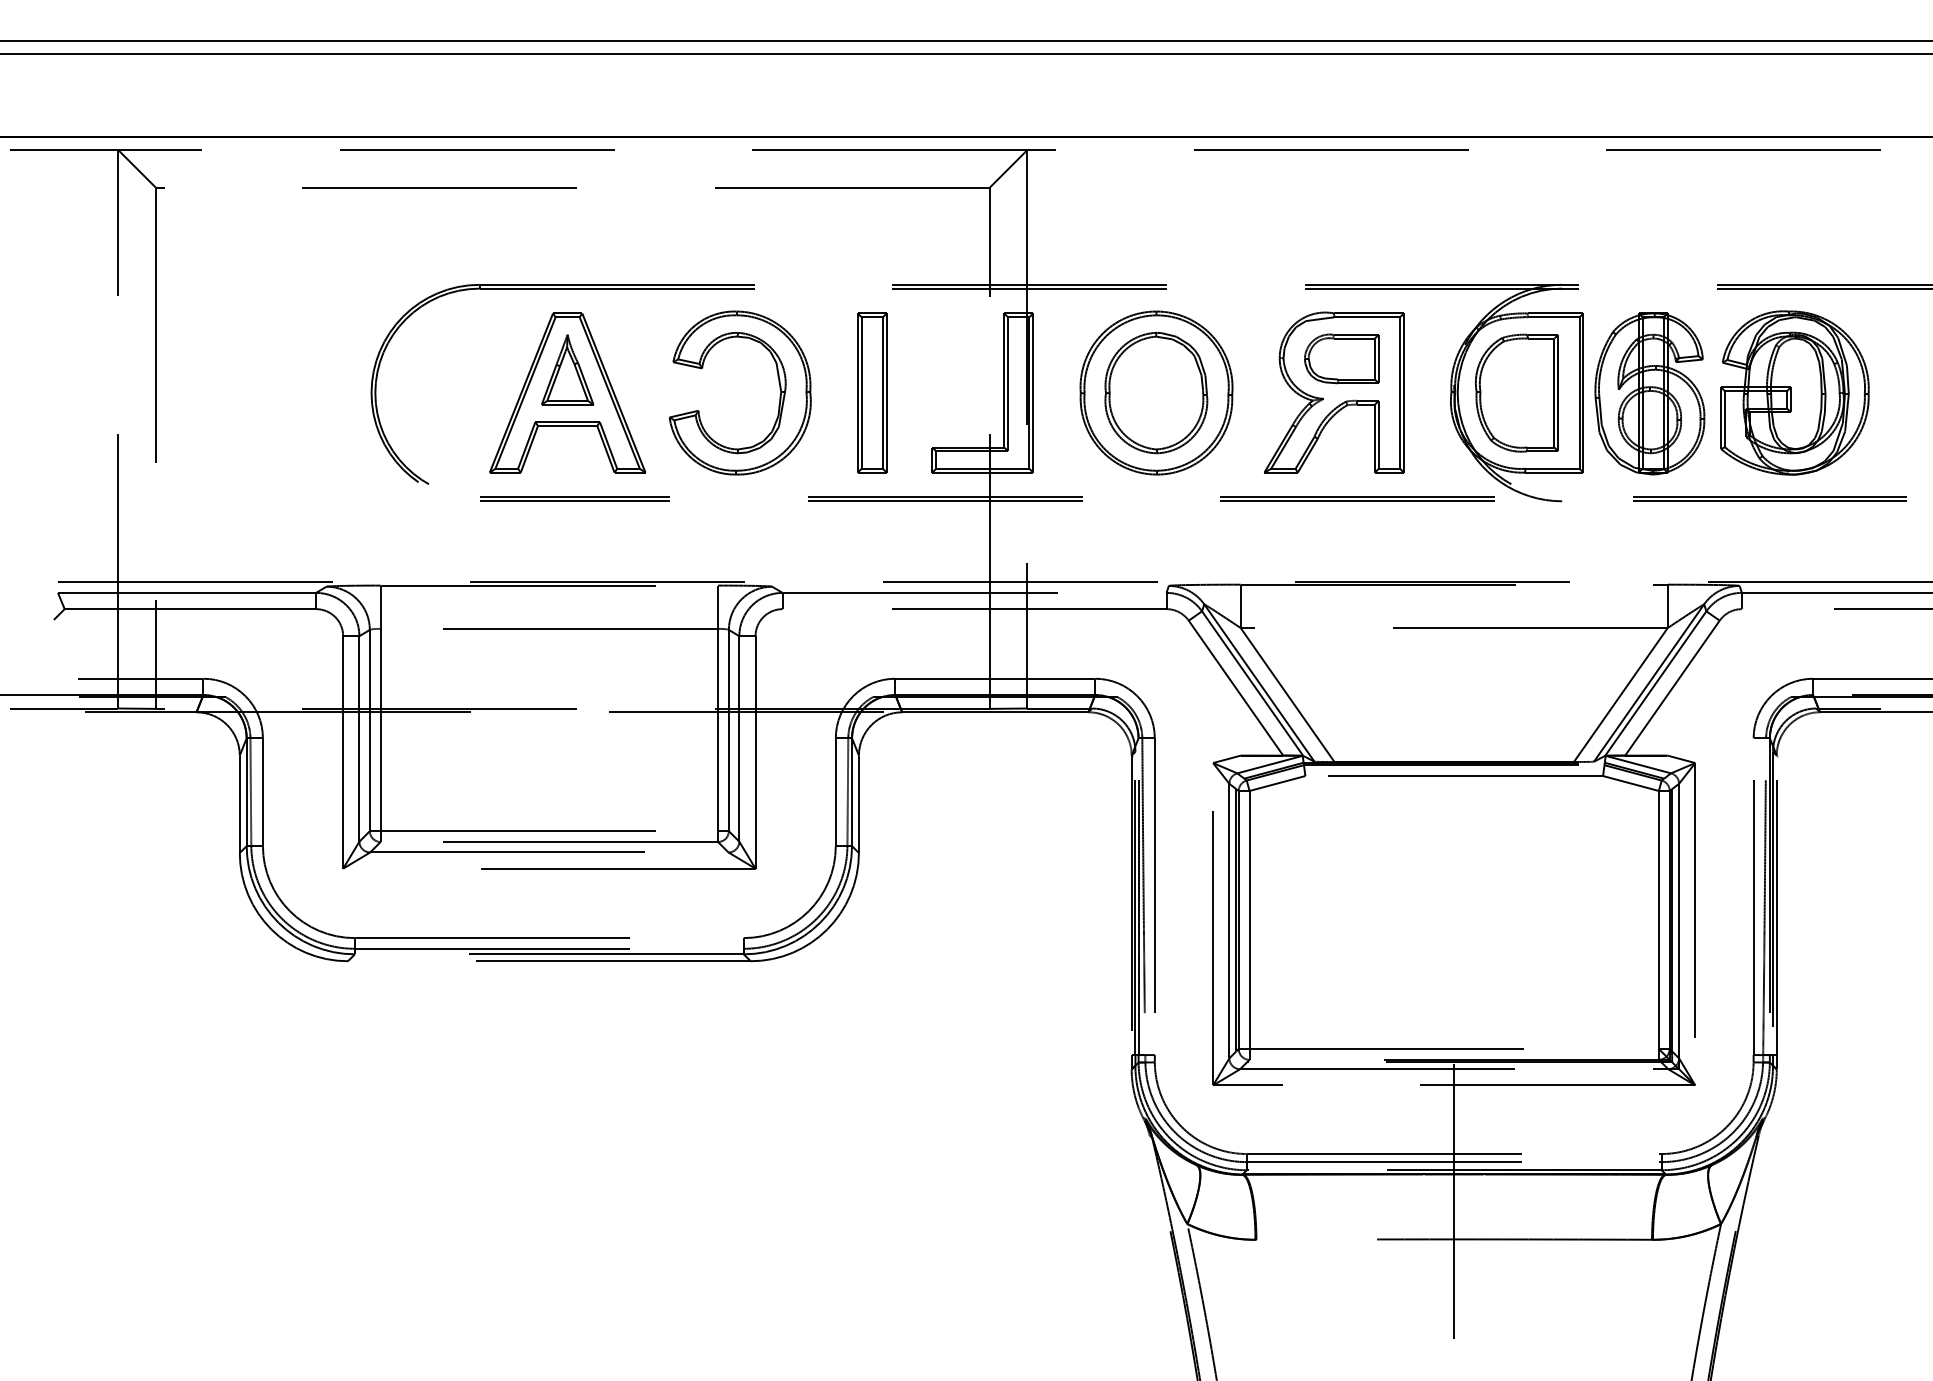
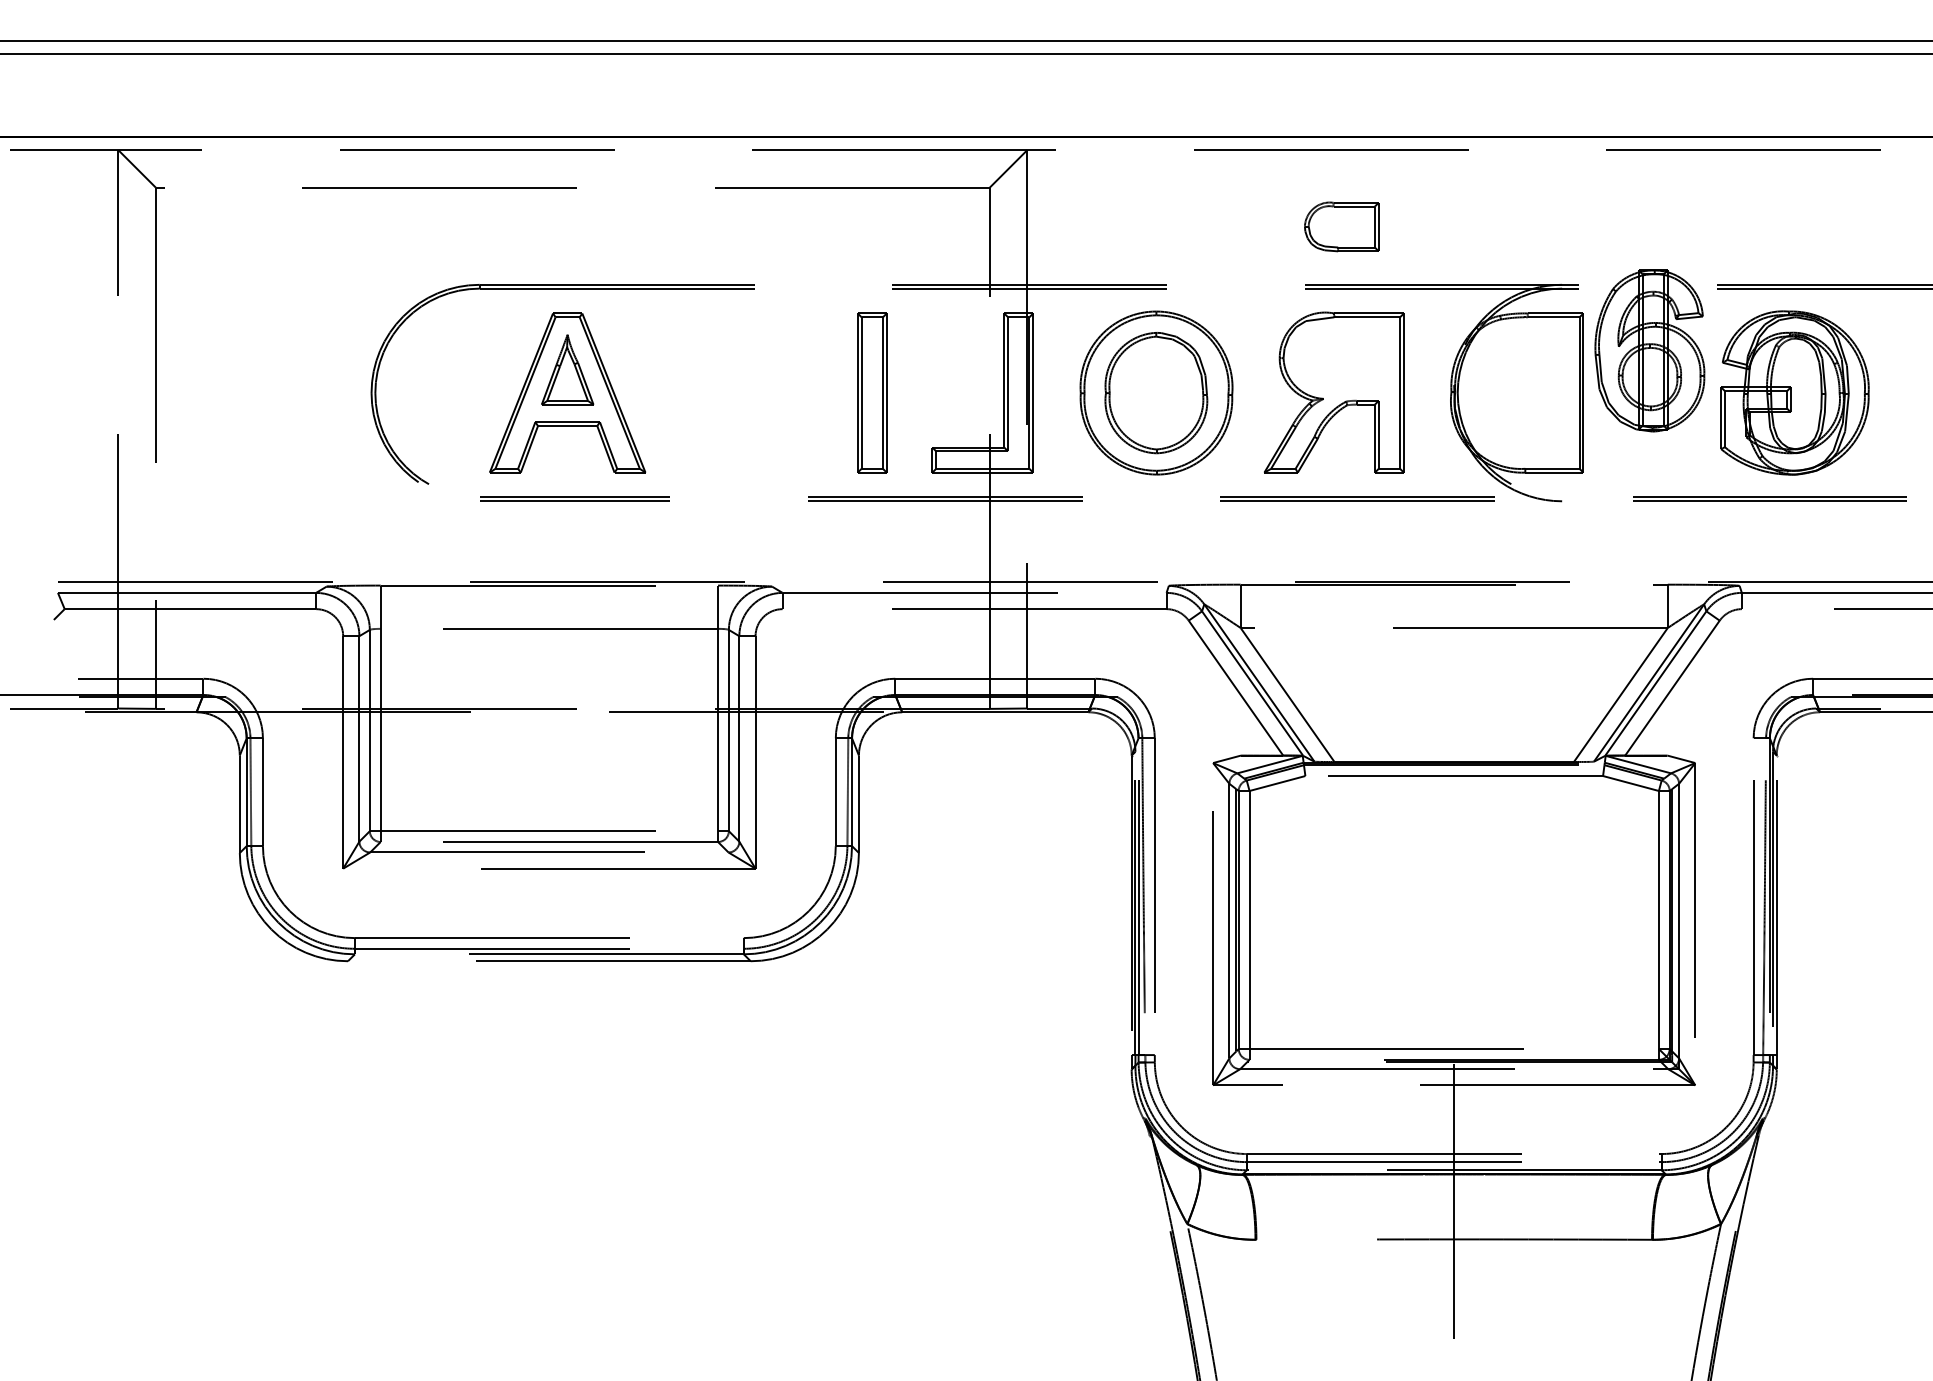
part at (1341, 358) position: (1341, 358) -> (1341, 226)
part at (1516, 392): present -> none
part at (1649, 393) position: (1649, 393) -> (1649, 350)
part at (779, 395): present -> none
